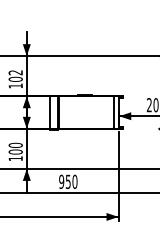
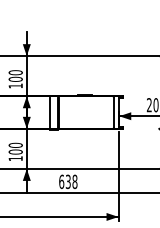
text at (15, 72): 102 -> 100
text at (68, 181): 950 -> 638
